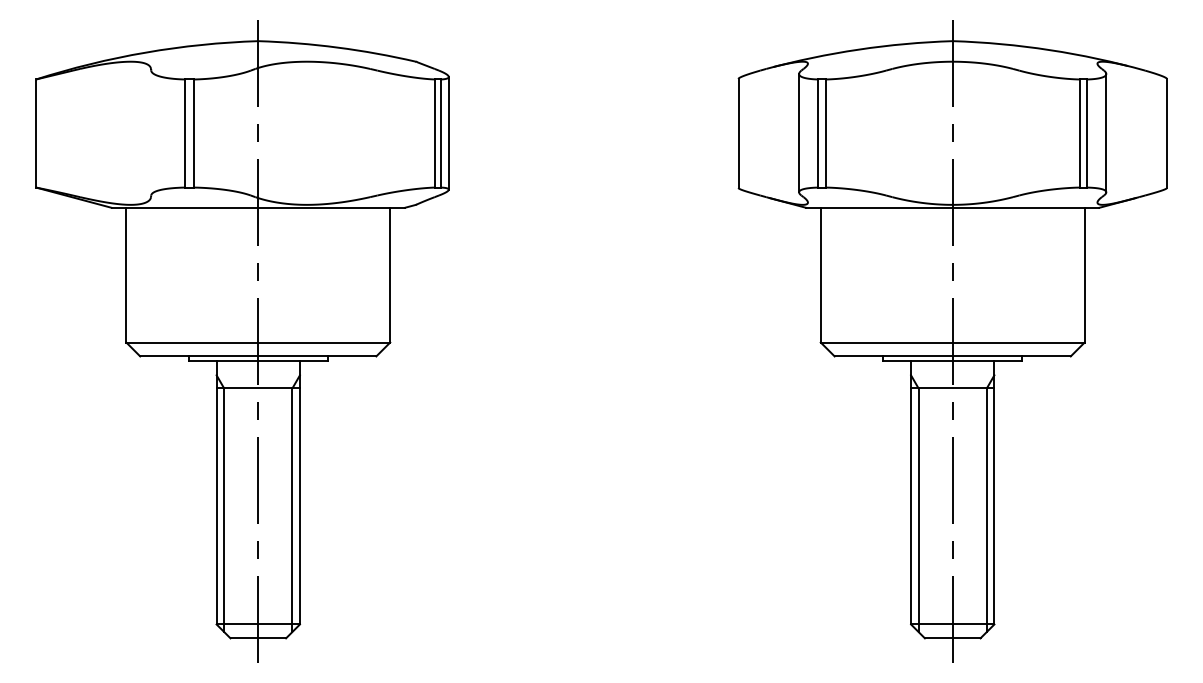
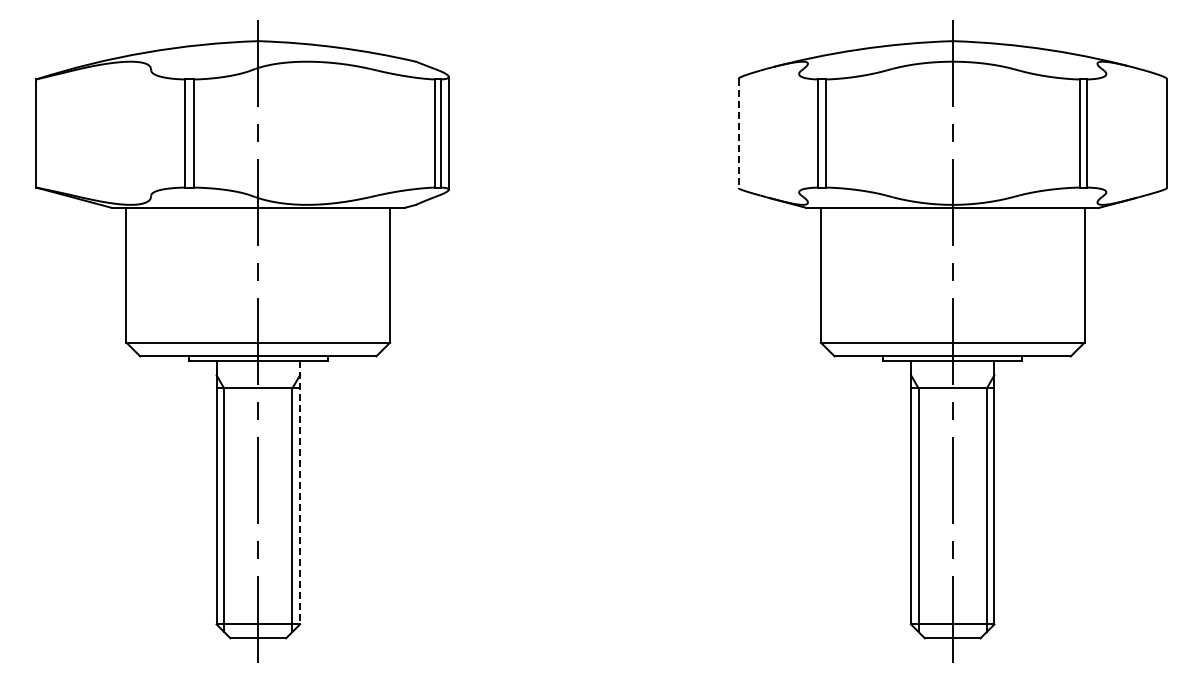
line at (738, 133): solid -> dashed
line at (799, 133): present -> none
line at (1106, 133): present -> none
line at (299, 492): solid -> dashed
